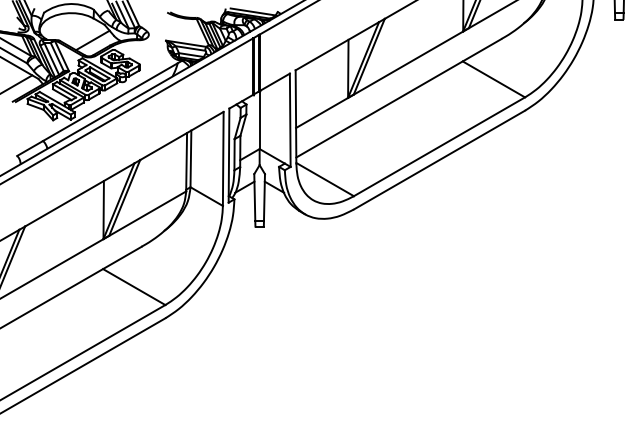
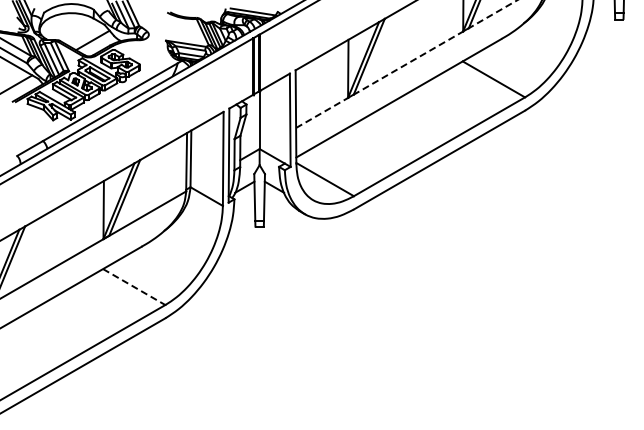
line at (406, 64): solid -> dashed
line at (134, 287): solid -> dashed
